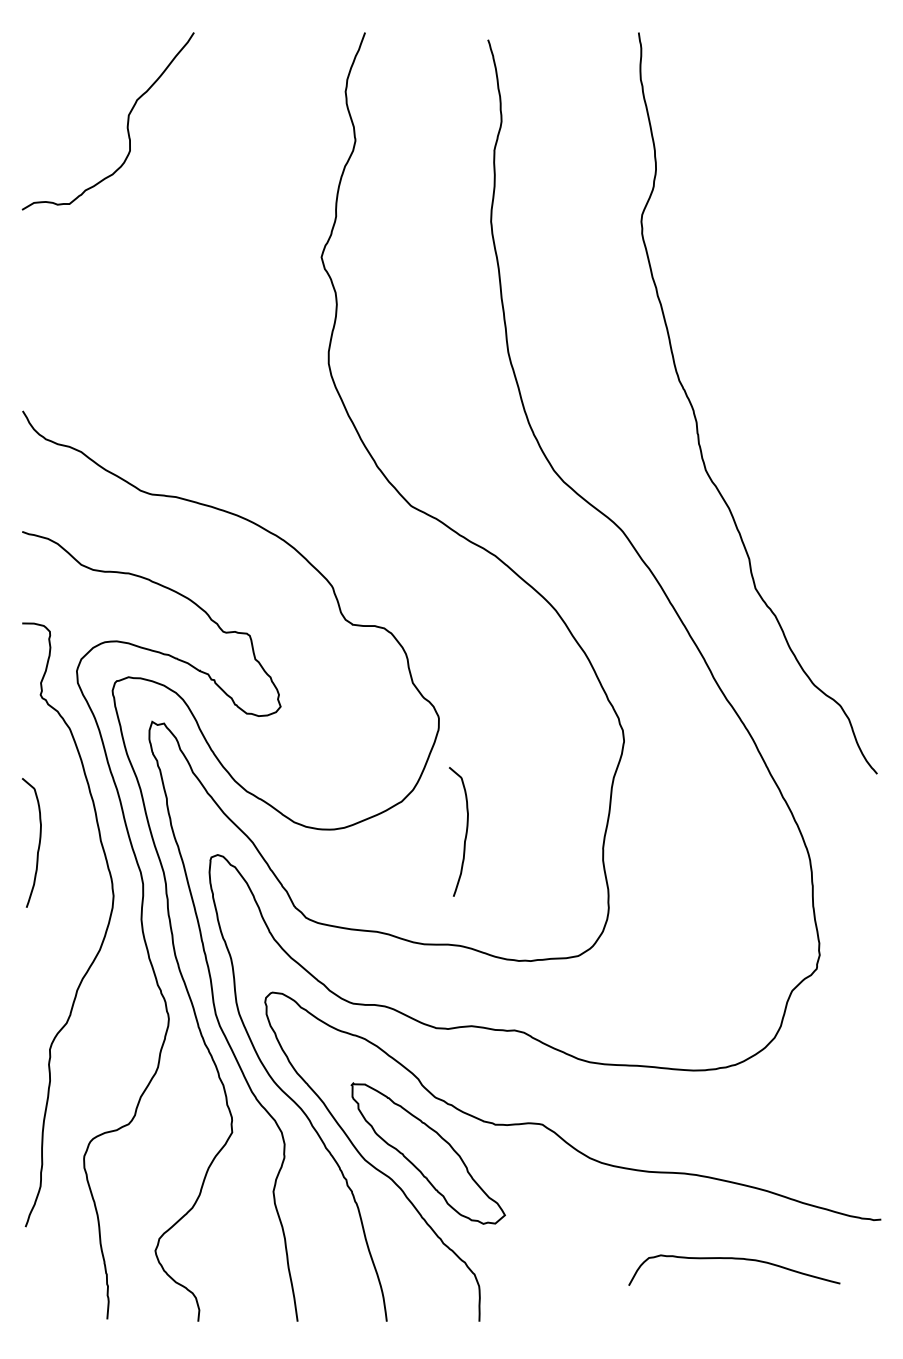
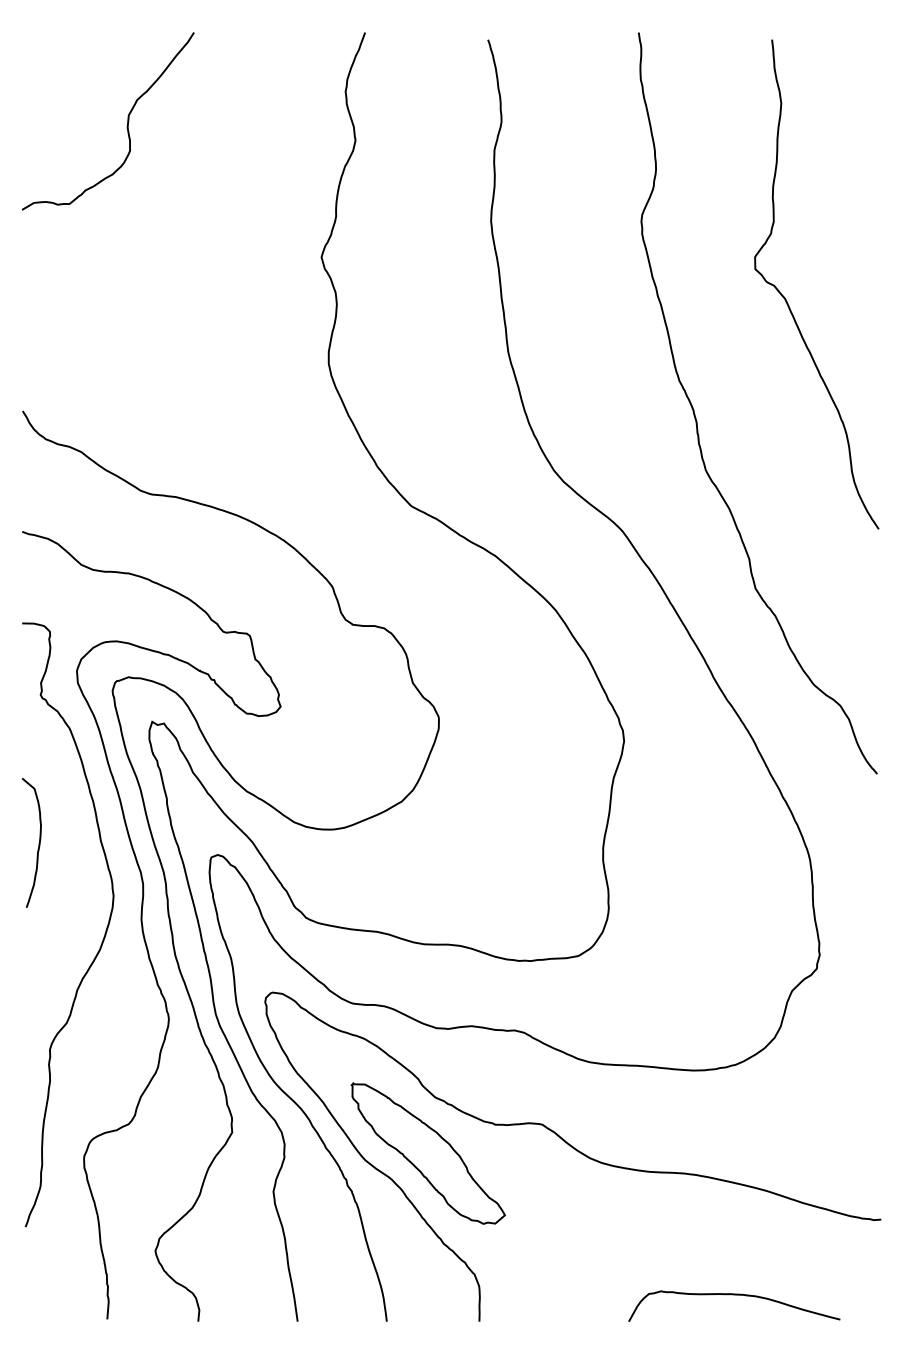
curve at (786, 299): none -> present
curve at (465, 832): present -> none
curve at (734, 1259) position: (734, 1259) -> (734, 1295)
